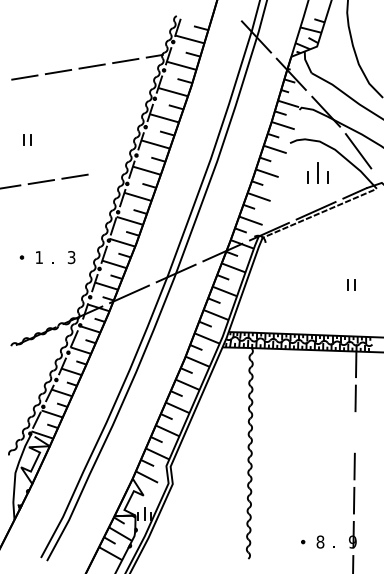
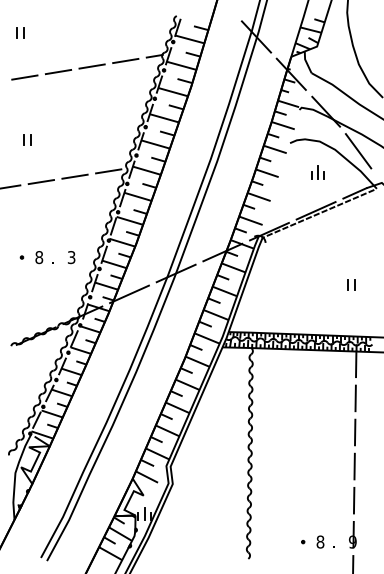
part at (20, 32): none -> present
line at (108, 171): none -> present
part at (317, 172) size: 22x22 px -> 14x15 px
text at (39, 257): 1 -> 8
line at (354, 432): none -> present
